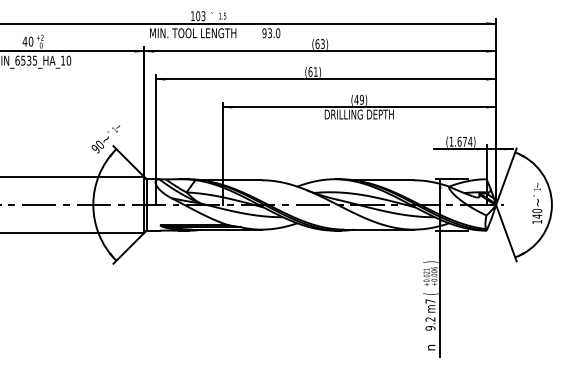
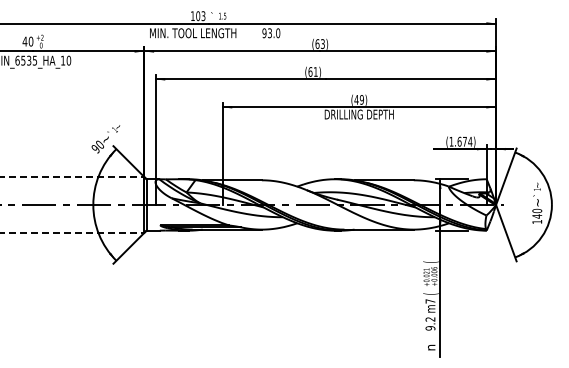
line at (72, 177): solid -> dashed
line at (72, 232): solid -> dashed
text at (430, 261): ) -> (
